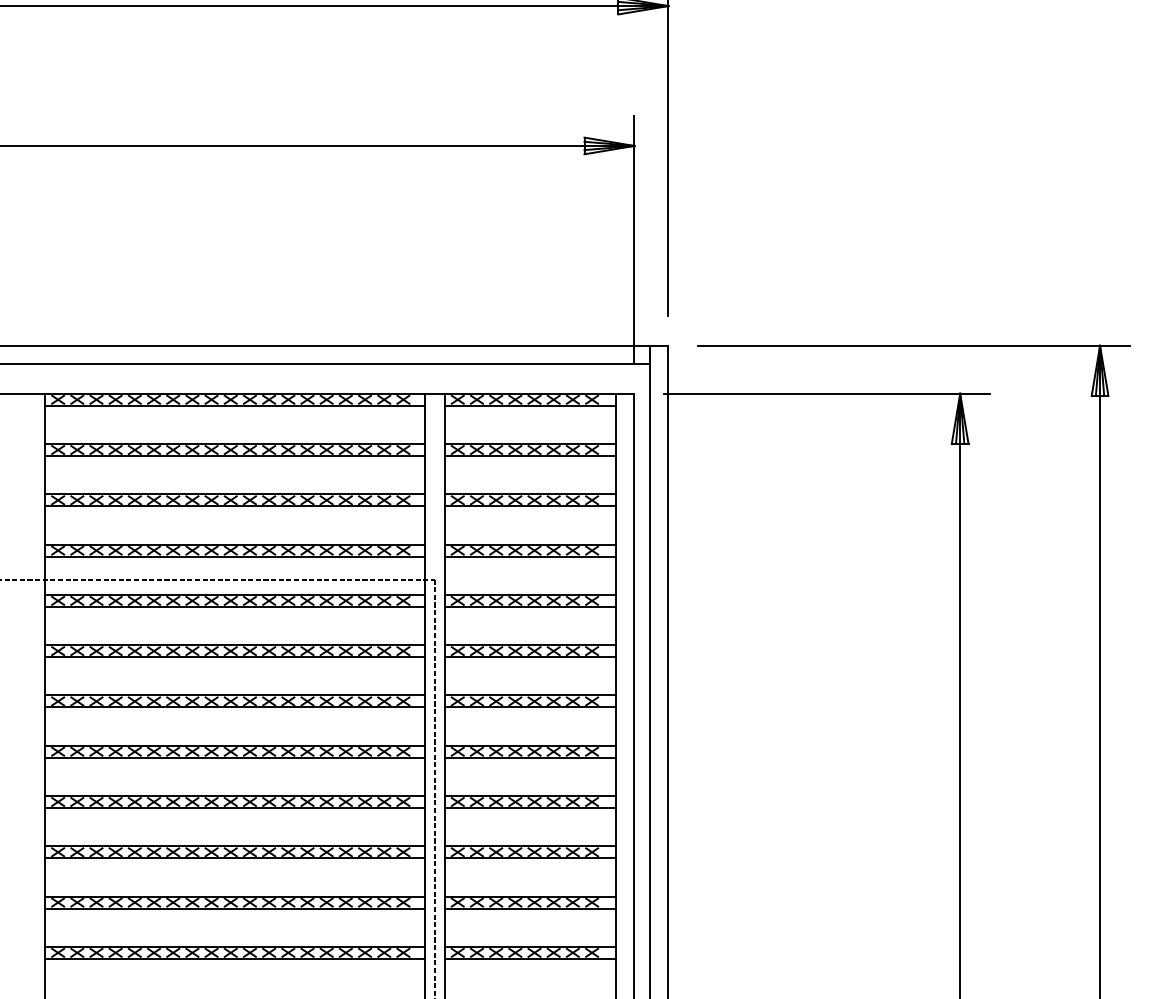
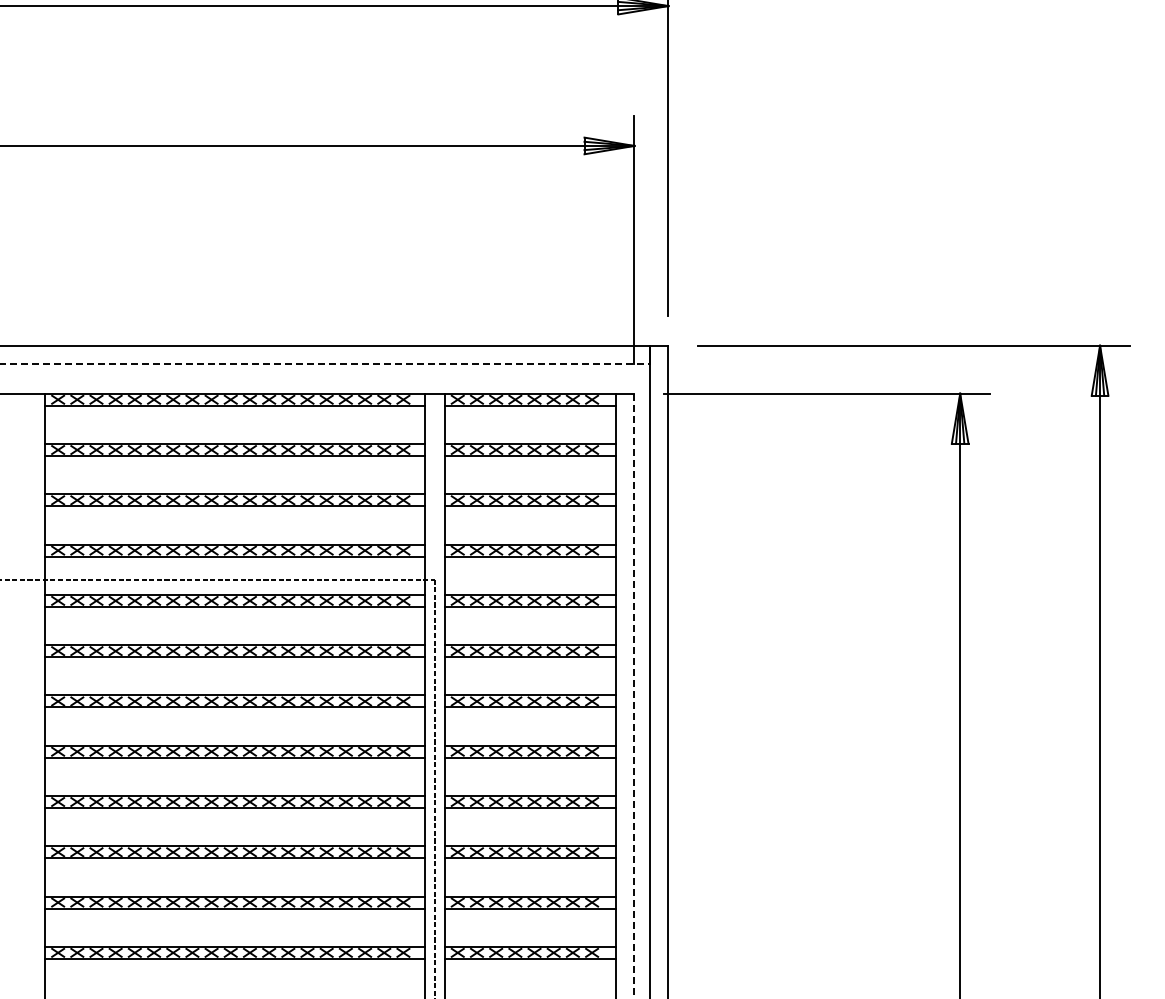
line at (325, 363): solid -> dashed
line at (634, 696): solid -> dashed
